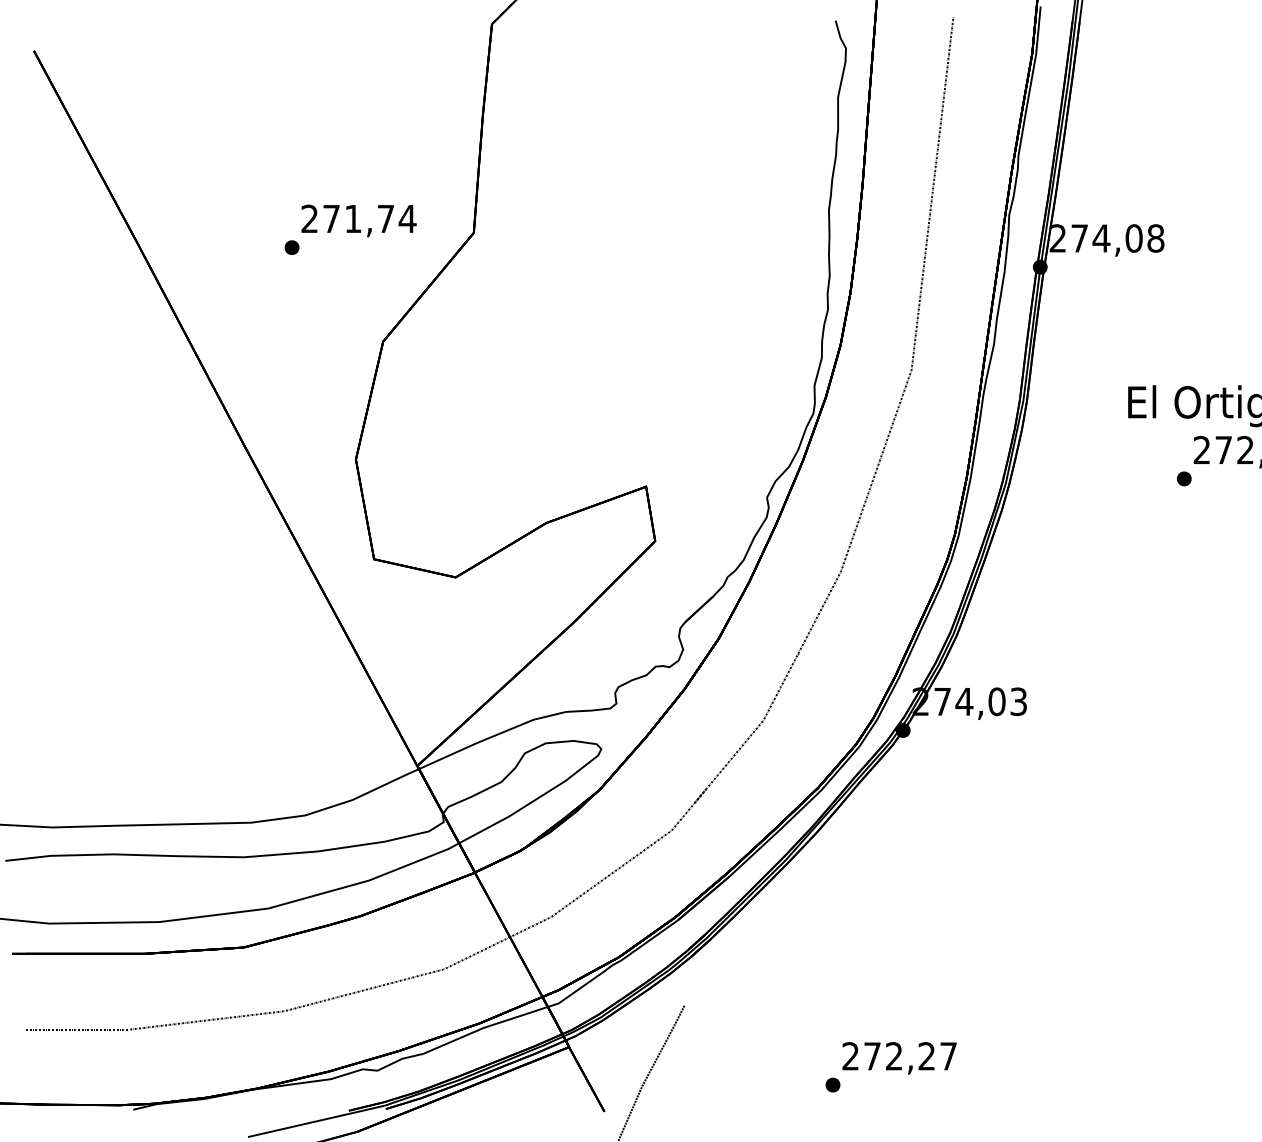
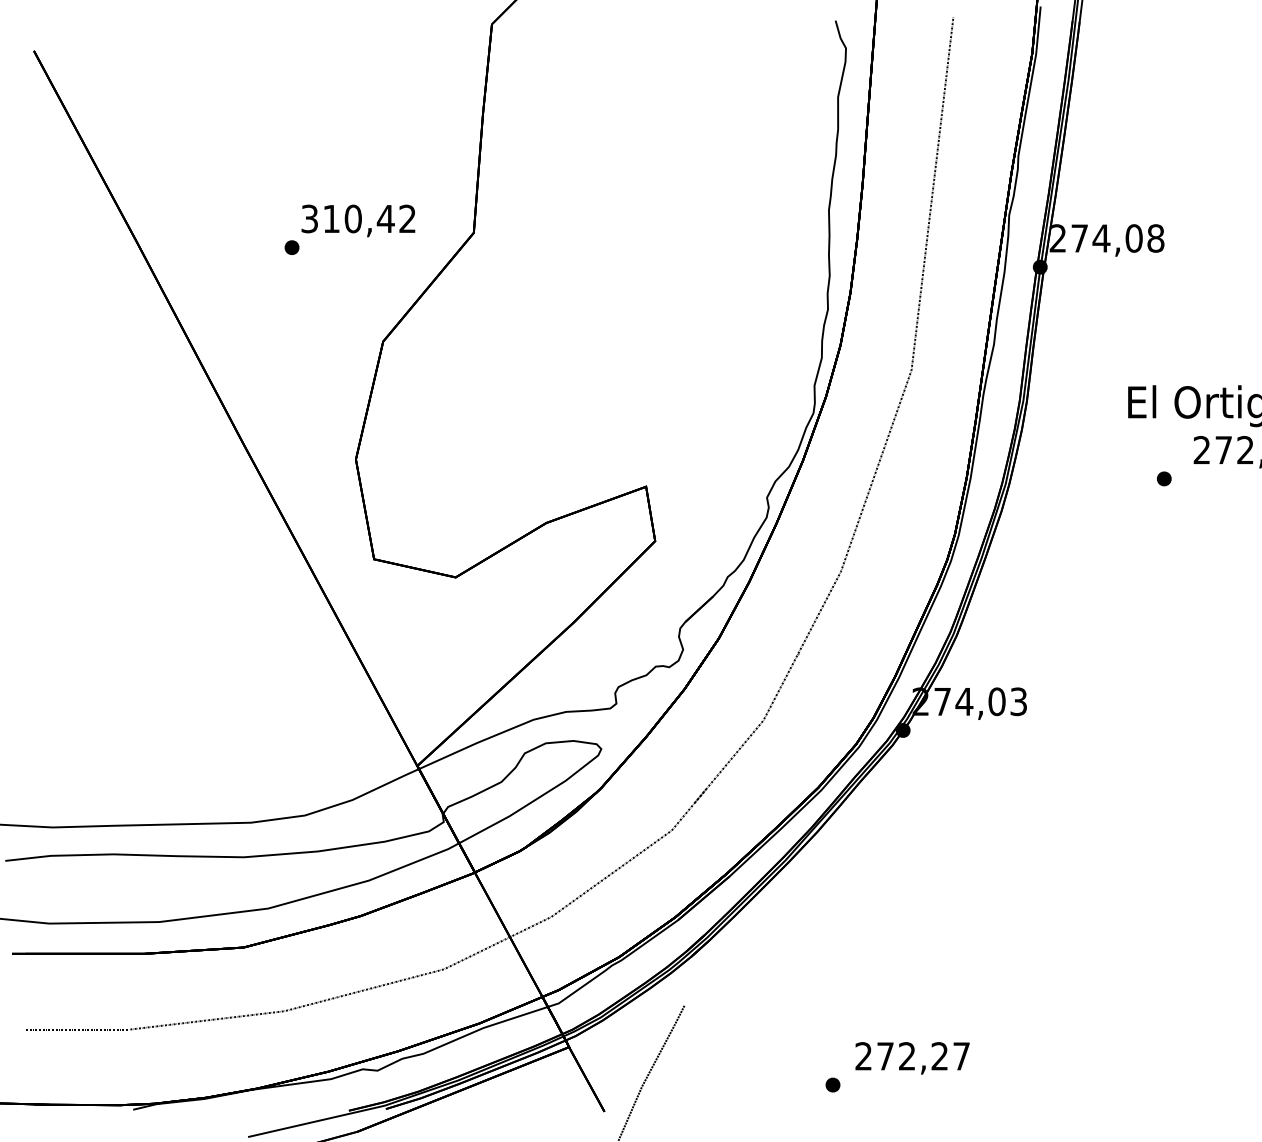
text at (358, 218): 271,74 -> 310,42
part at (1184, 478) position: (1184, 478) -> (1164, 478)
text at (899, 1058) position: (899, 1058) -> (912, 1058)
